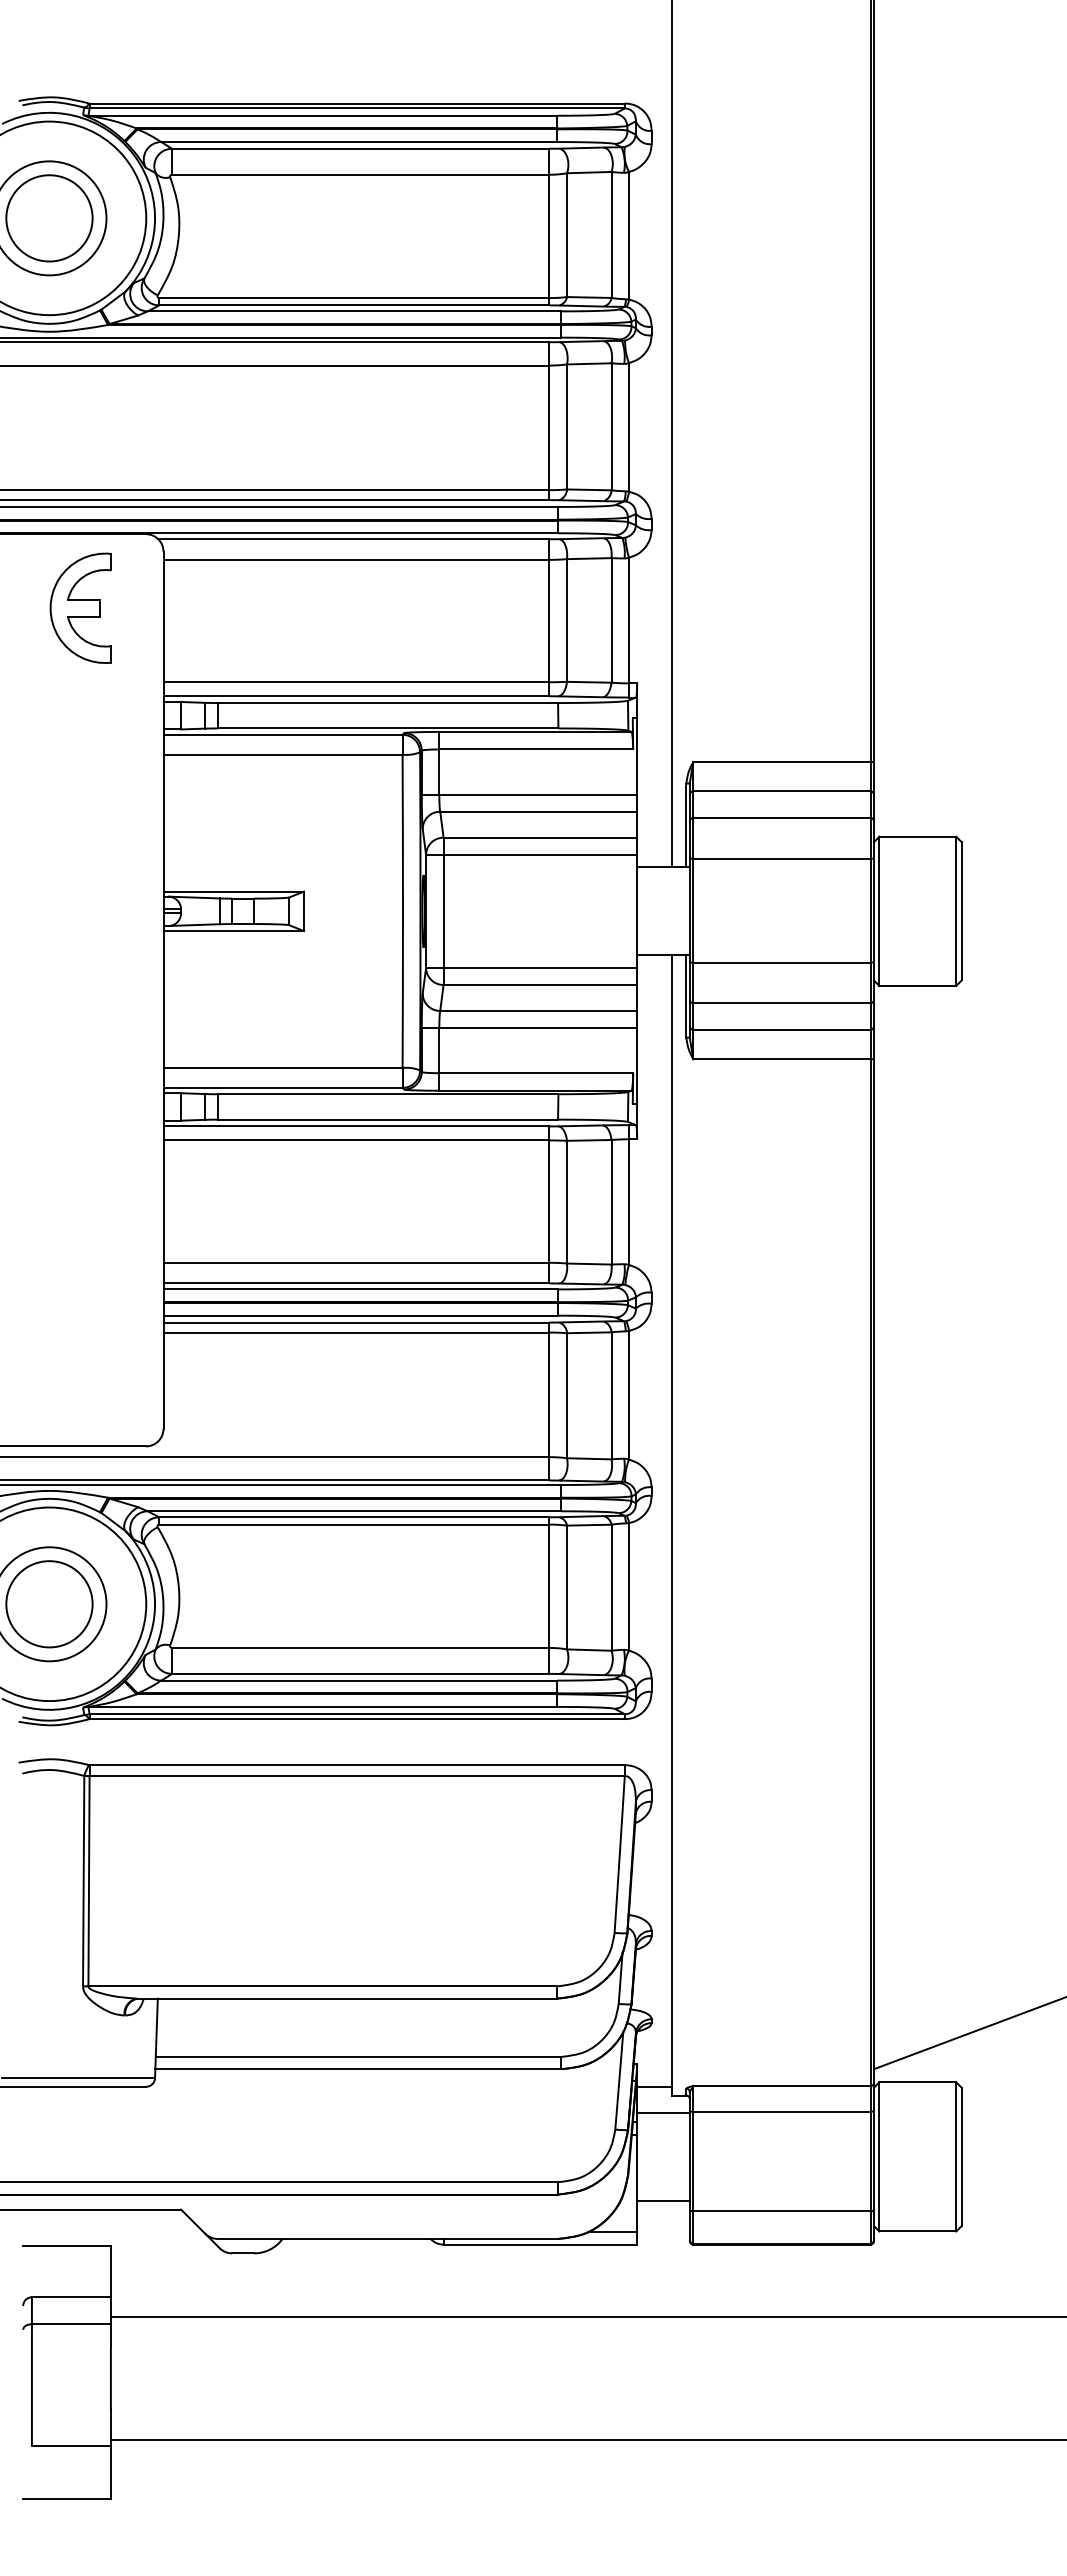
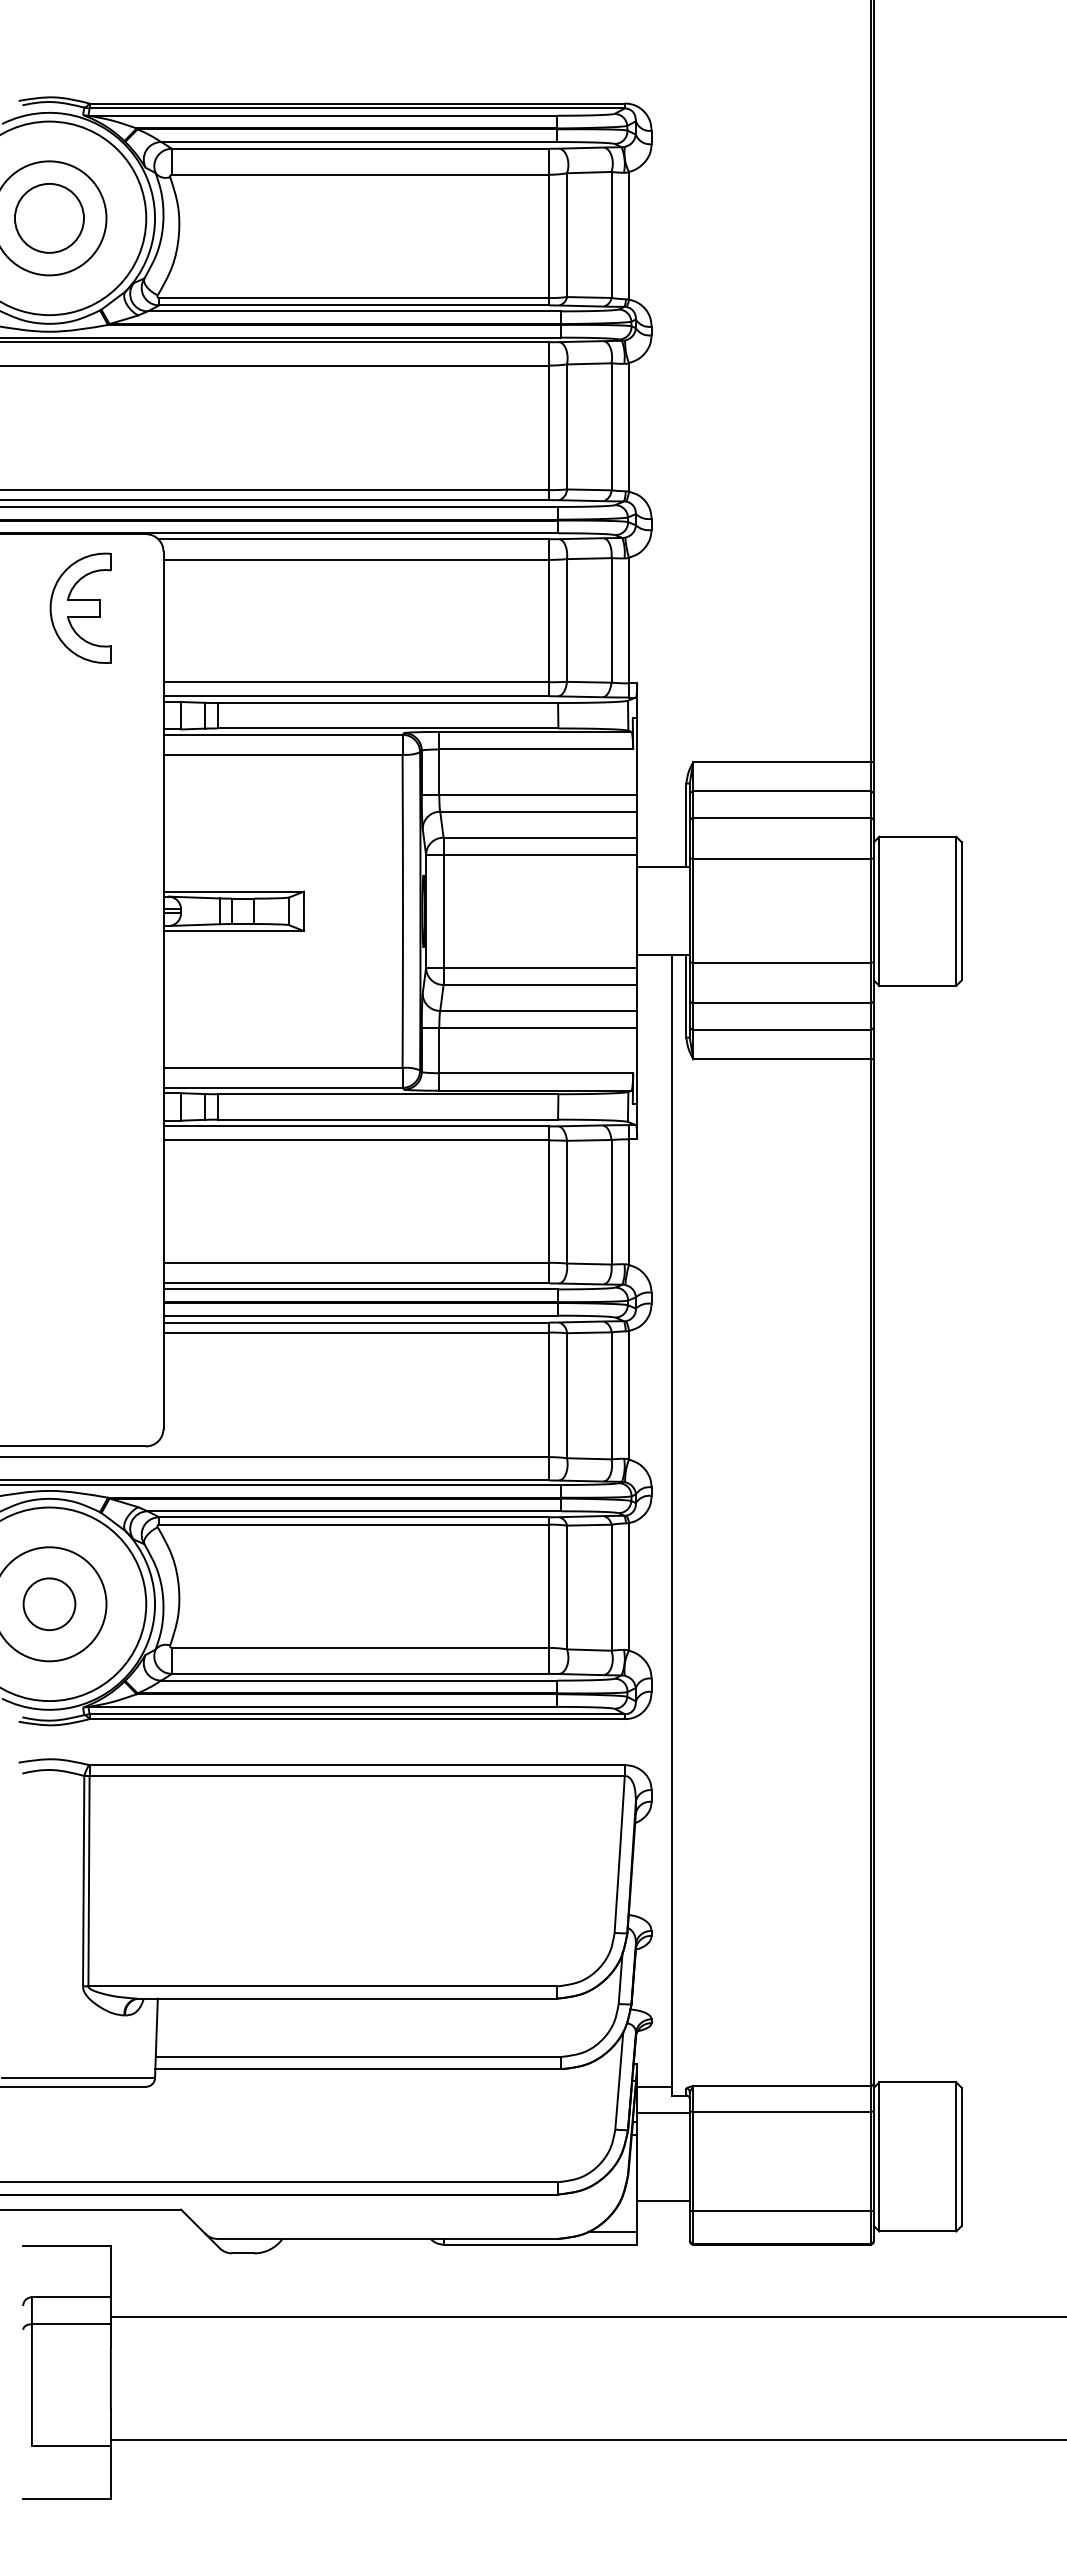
circle at (49, 218) diameter: 86 px -> 69 px
line at (672, 434): present -> none
circle at (49, 1604) diameter: 86 px -> 52 px
line at (968, 2033): present -> none
